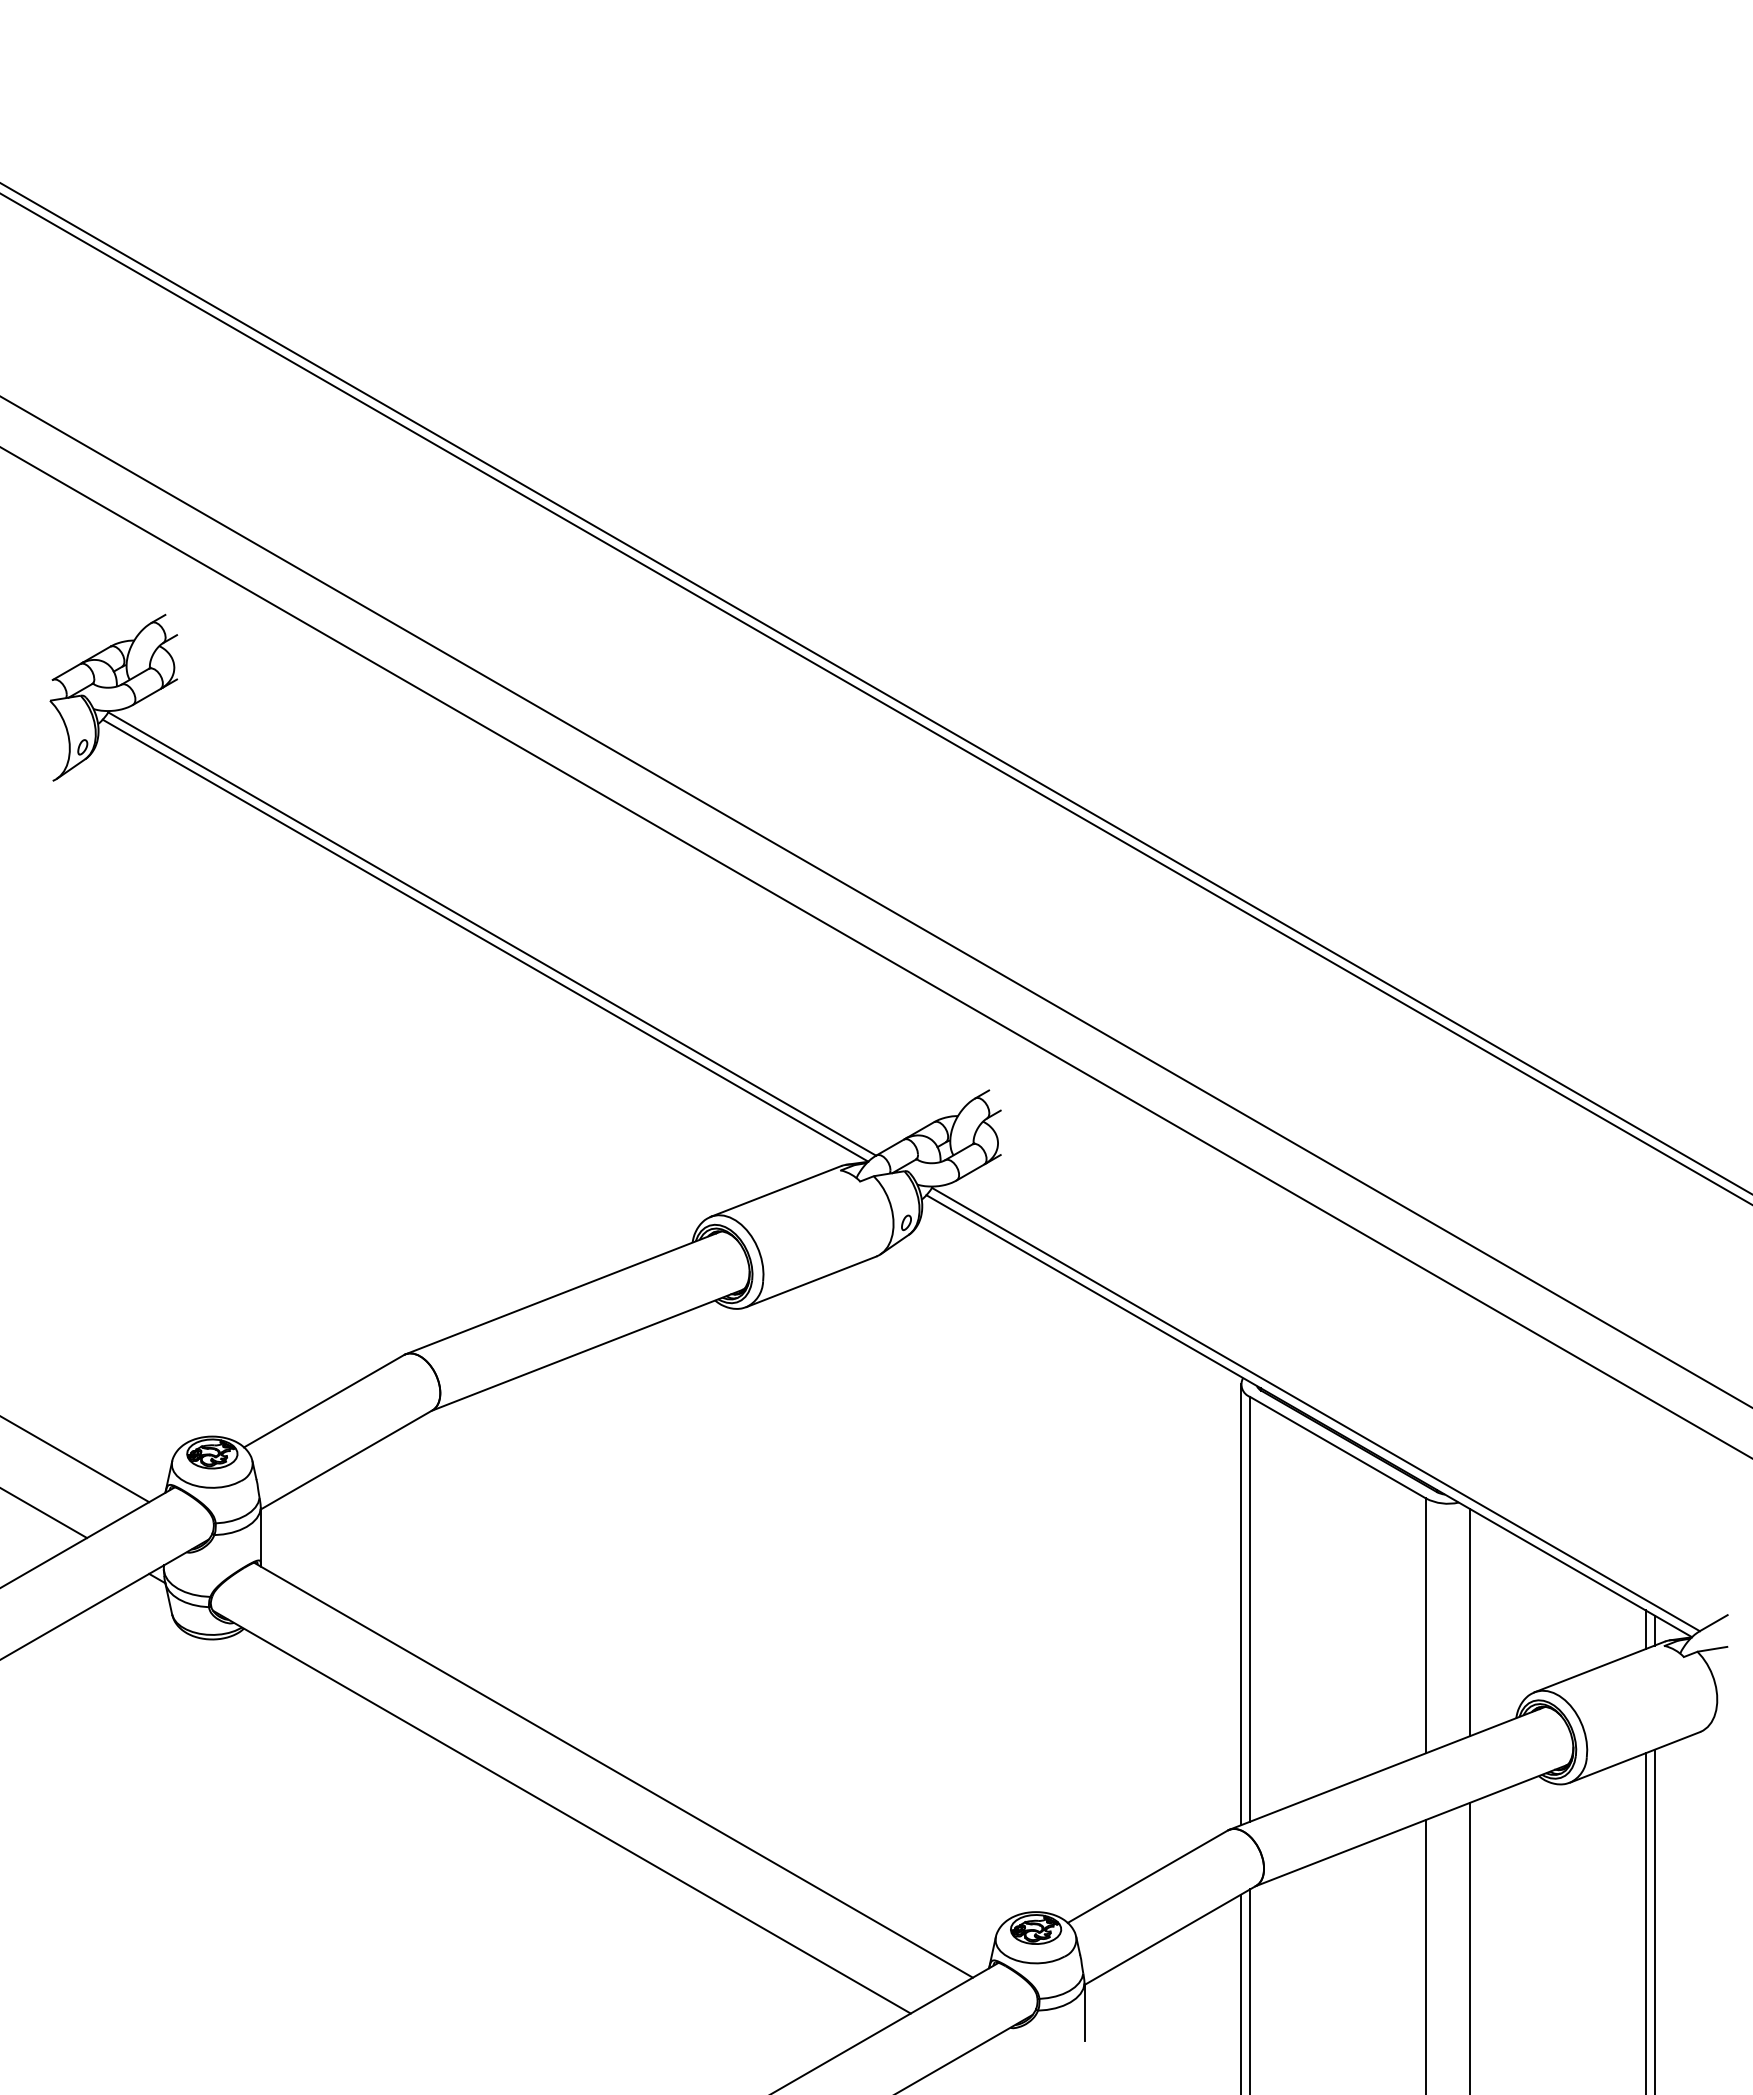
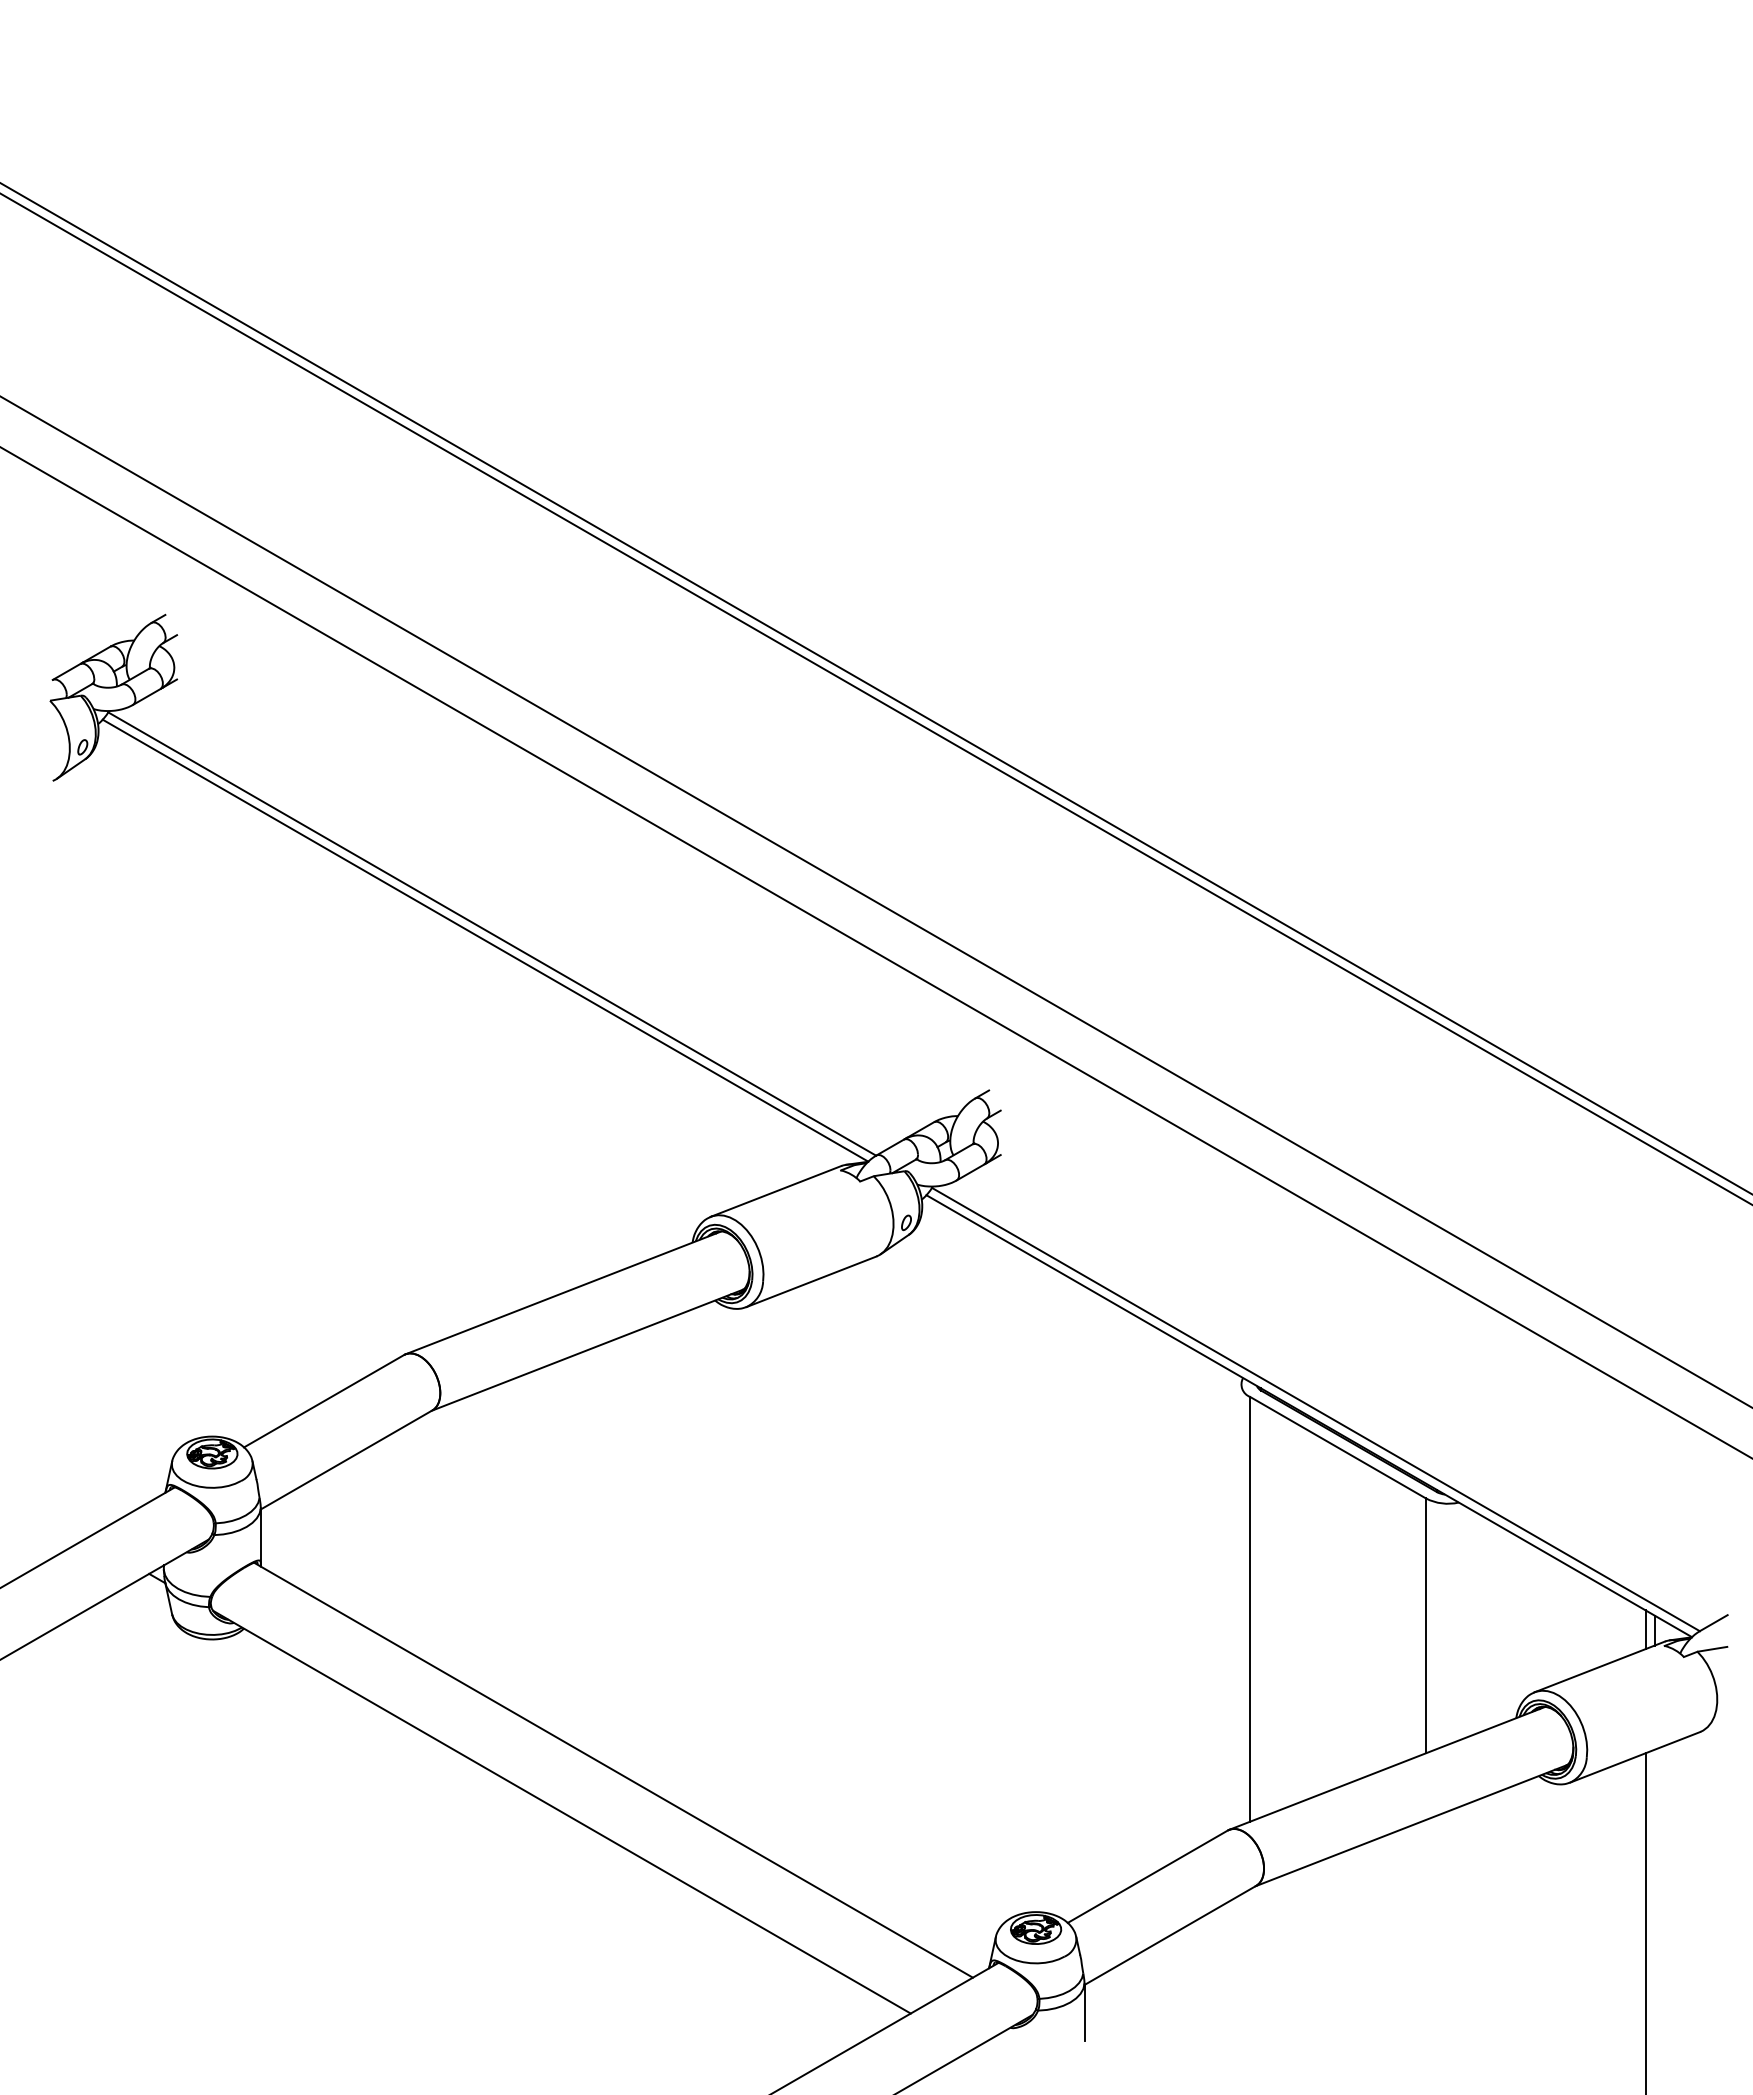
line at (75, 1459): present -> none
line at (44, 1513): present -> none
line at (1241, 1604): present -> none
line at (1469, 1622): present -> none
line at (1654, 1920): present -> none
line at (1469, 1946): present -> none
line at (1425, 1955): present -> none
line at (1250, 1990): present -> none
line at (1241, 1992): present -> none
